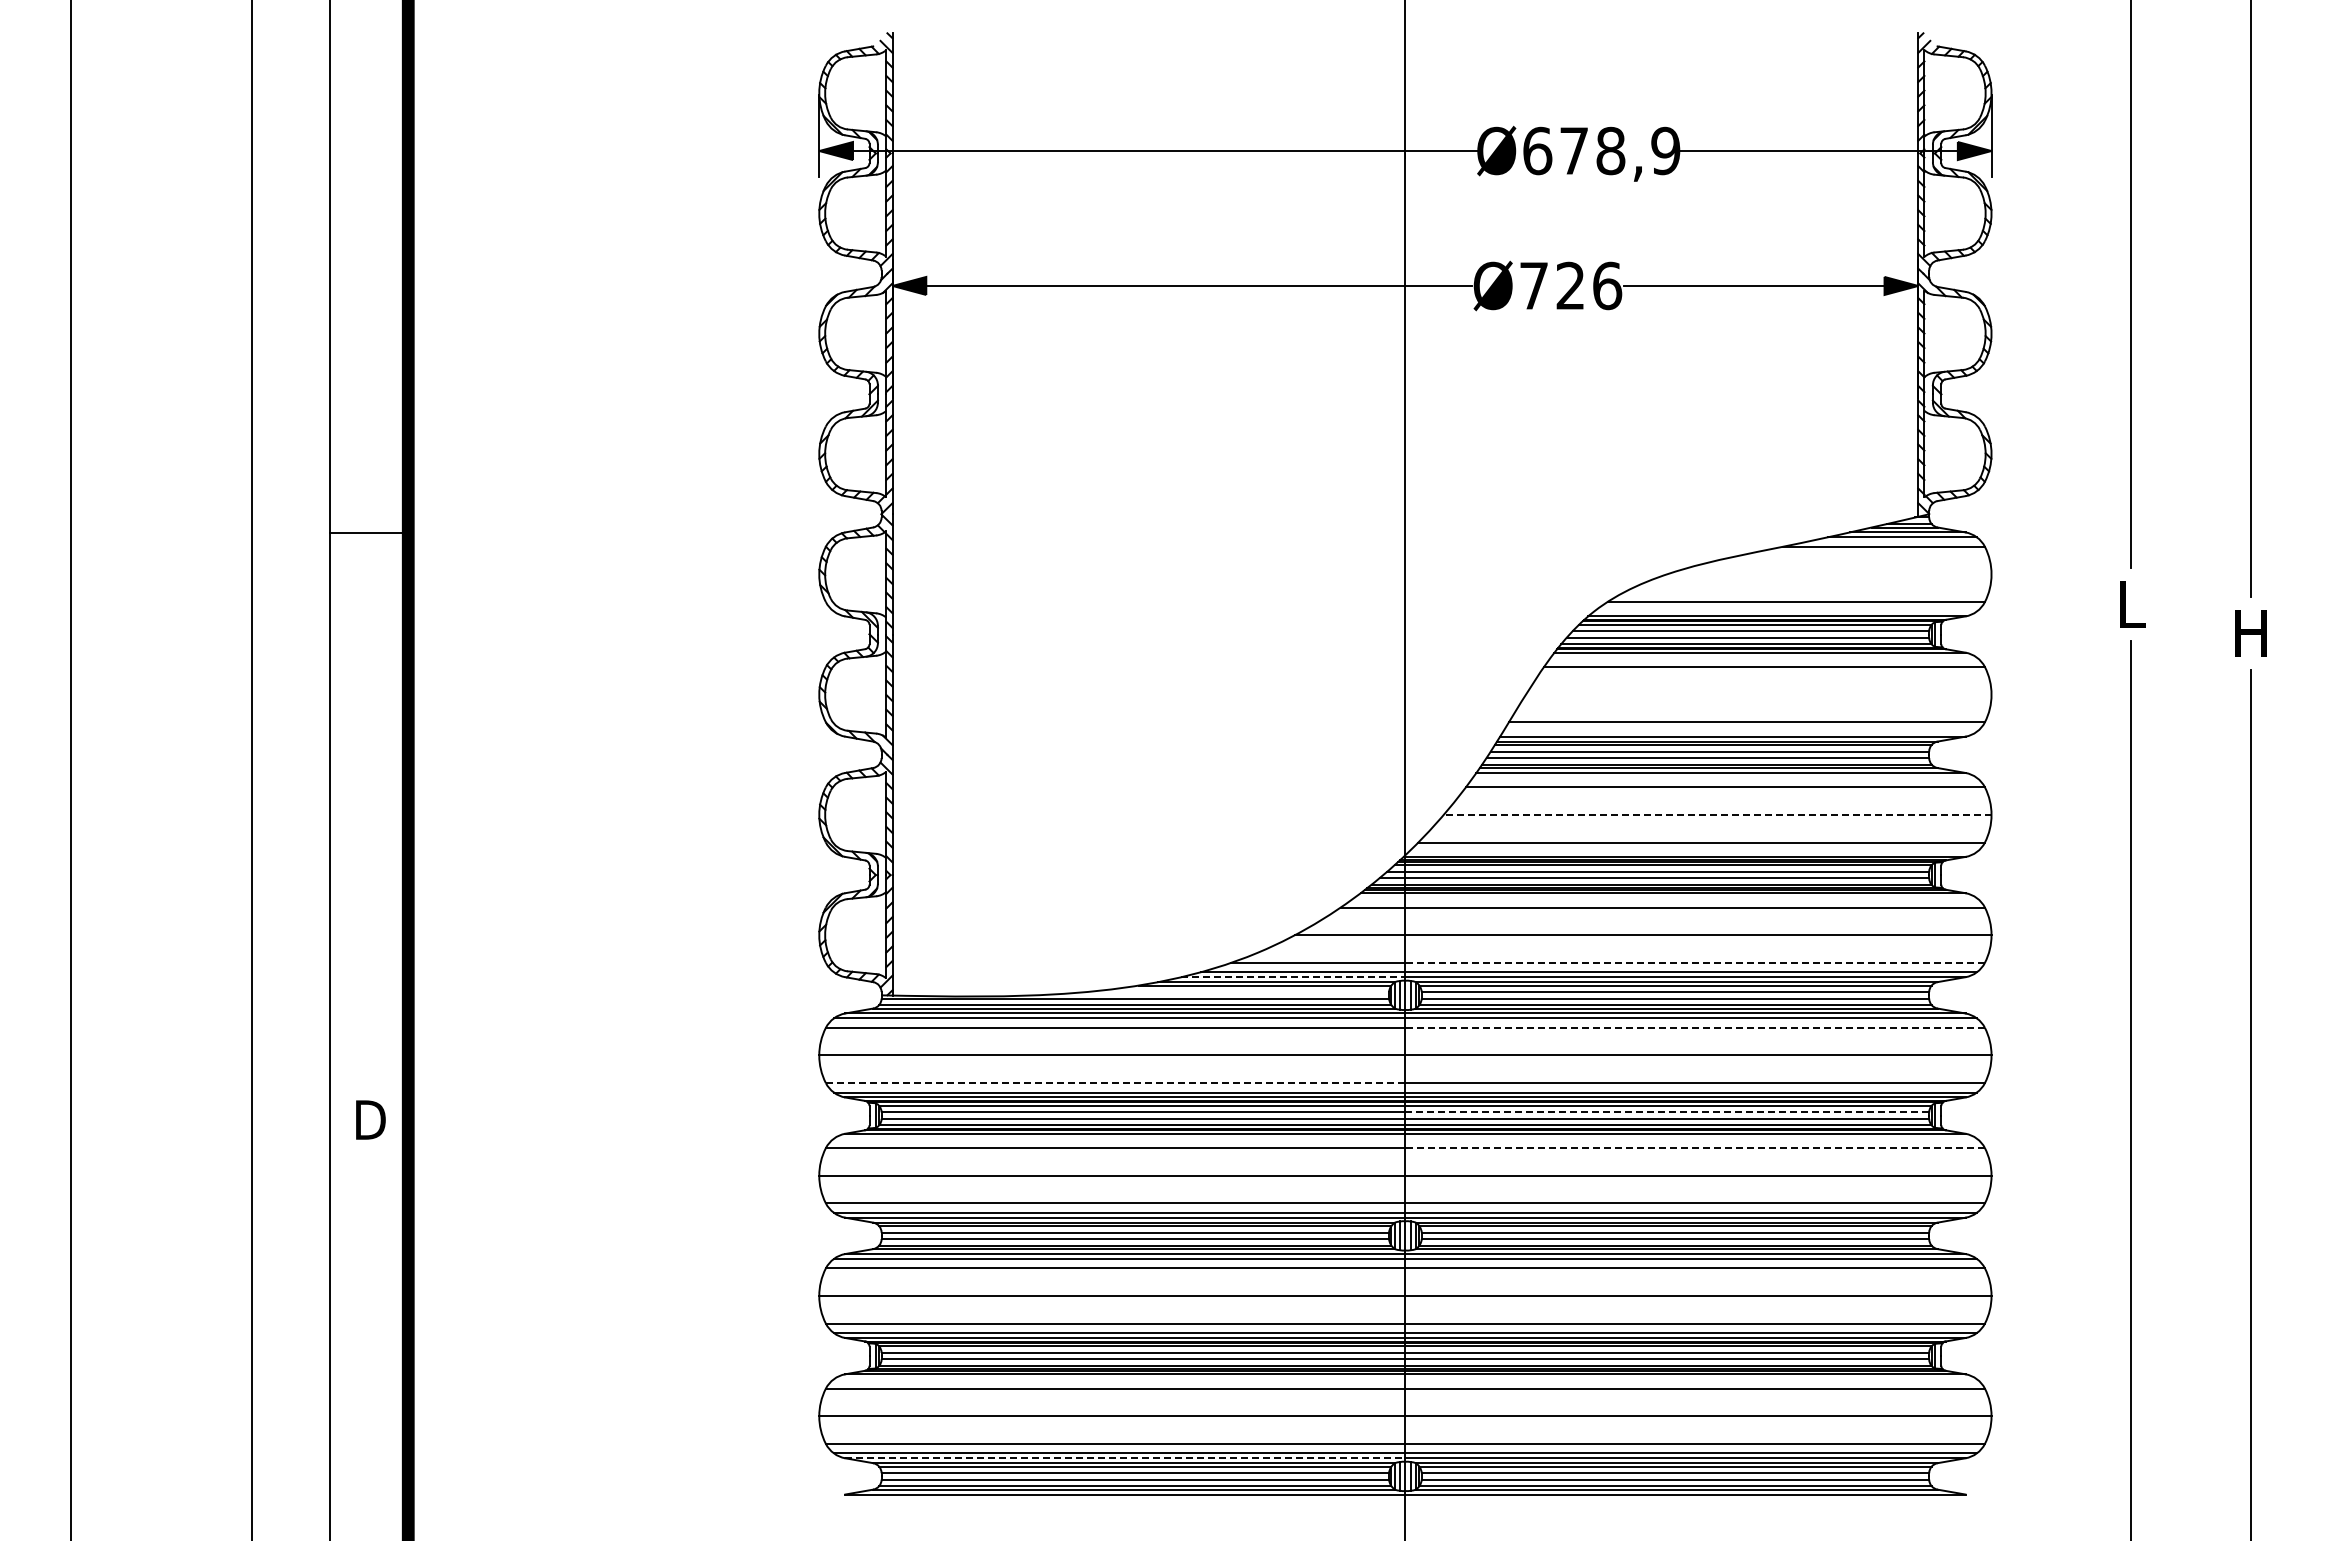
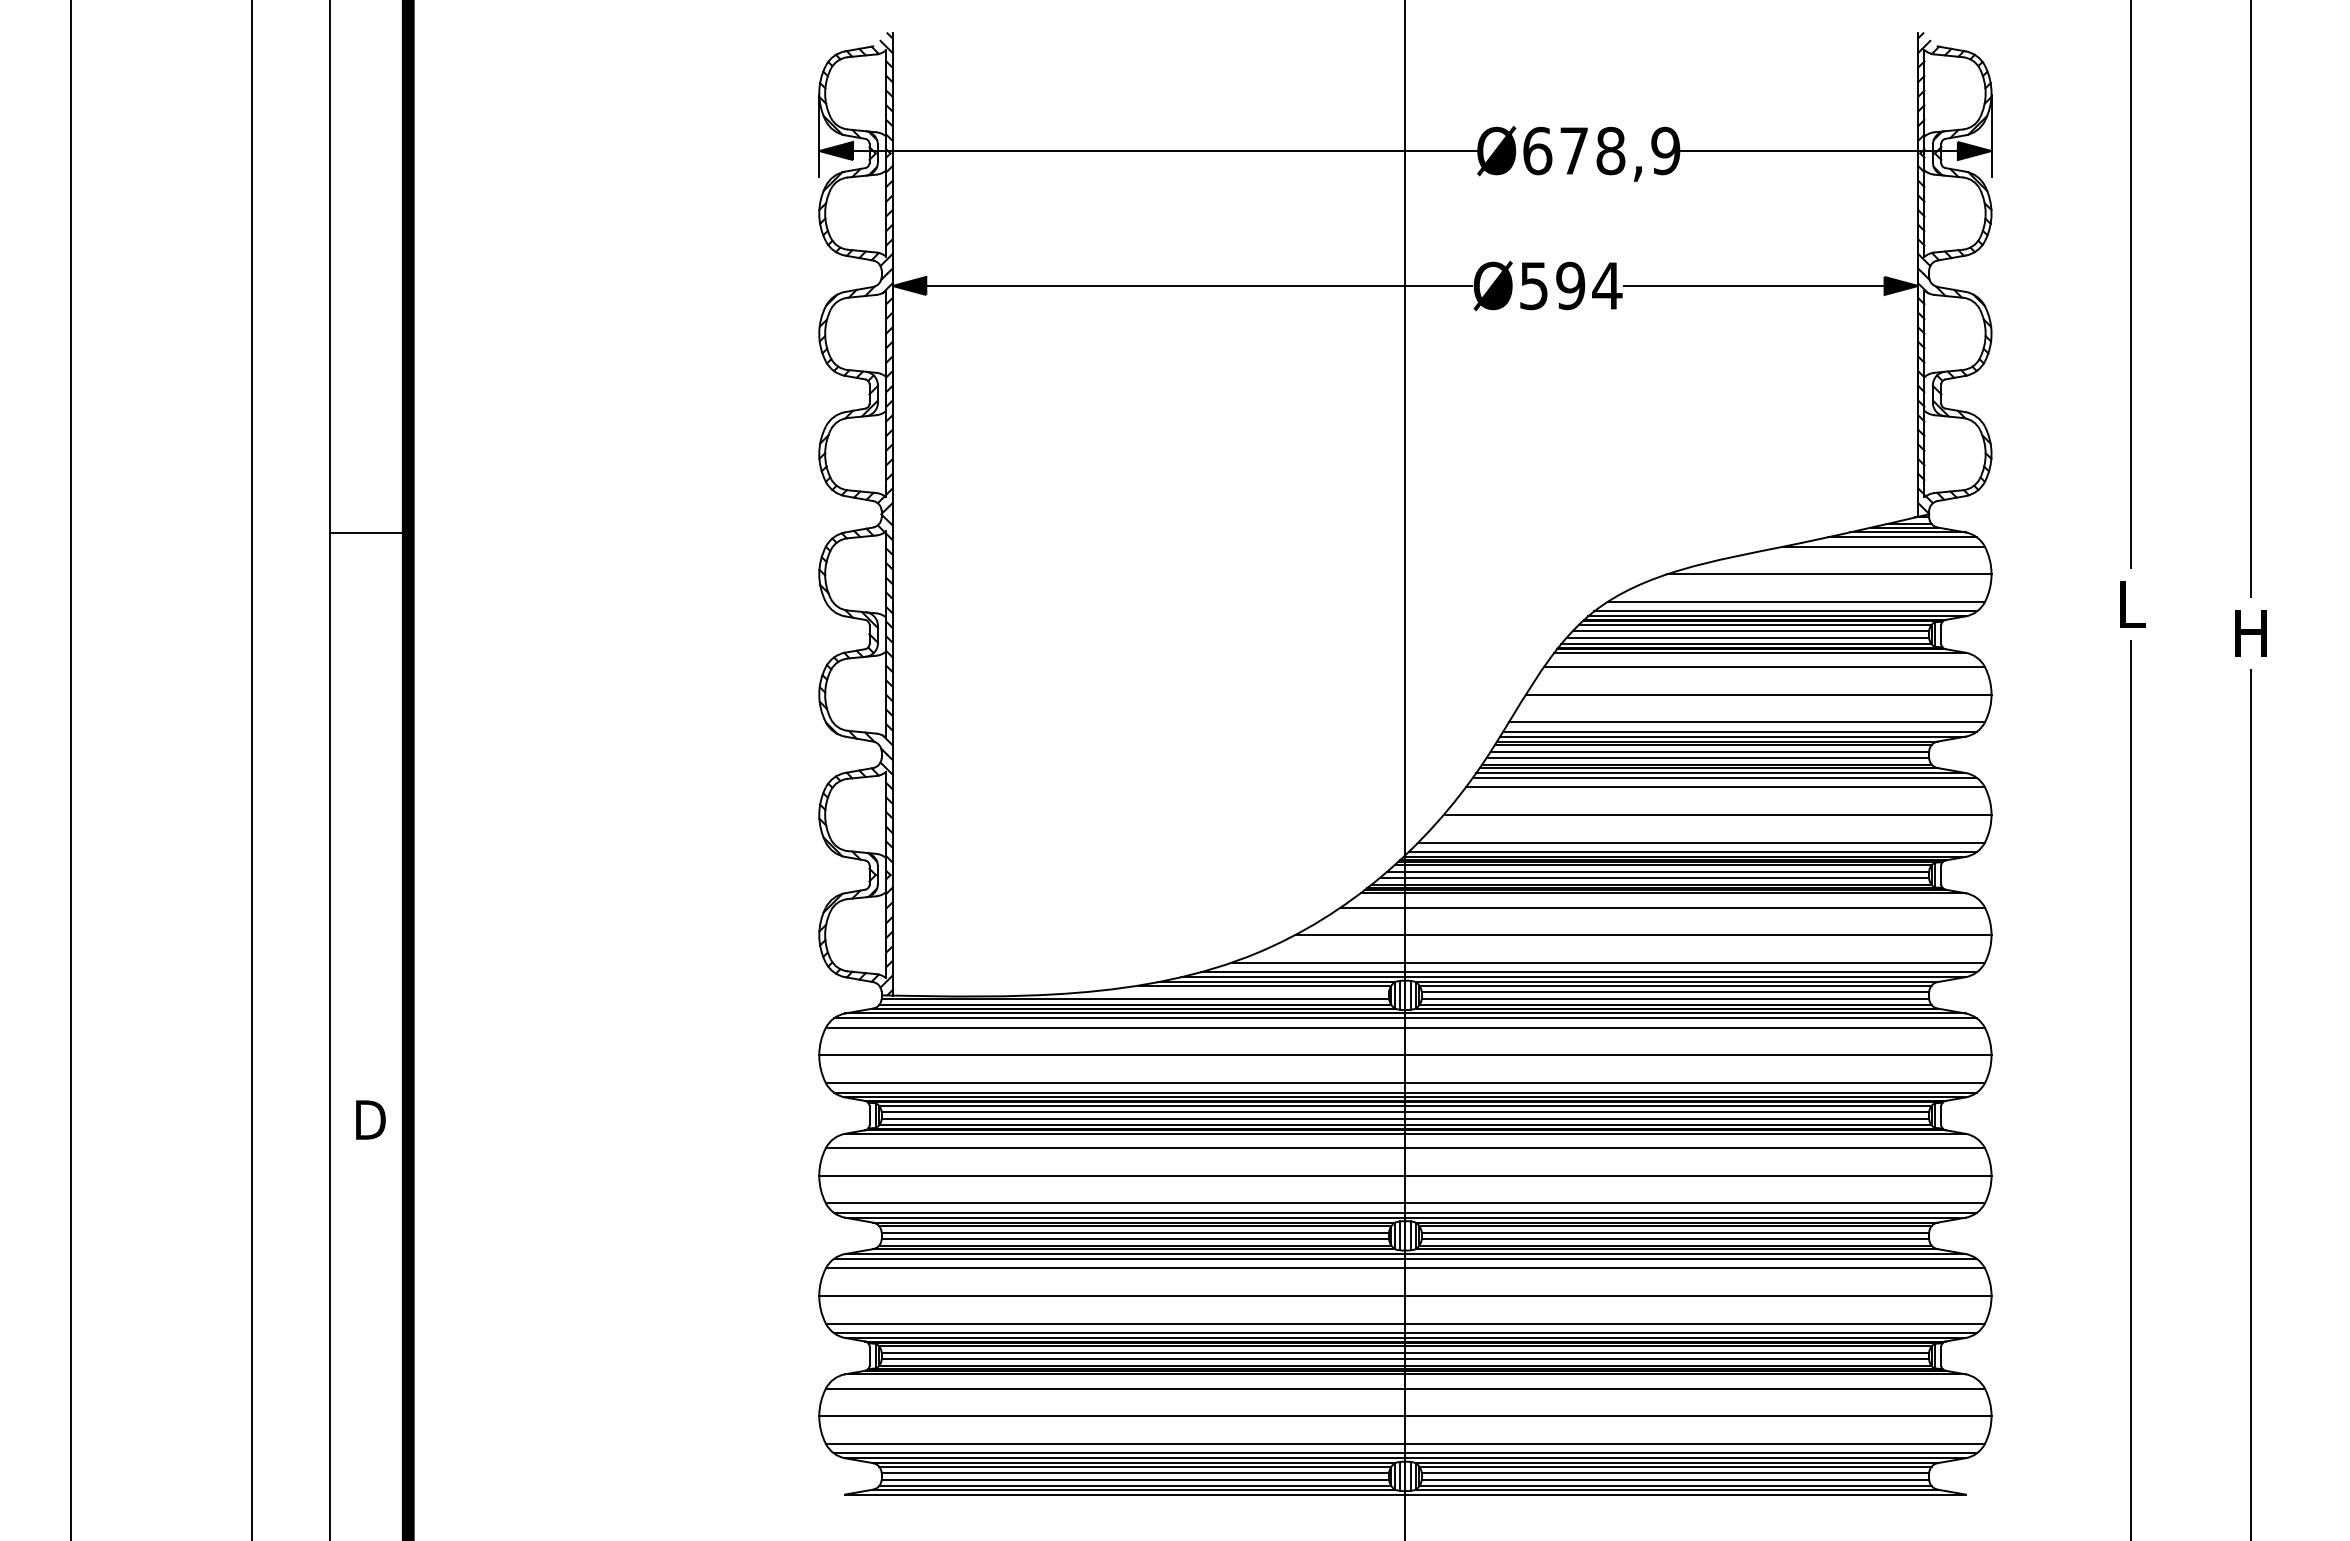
text at (1571, 285): Ø726 -> Ø594
line at (1828, 574): none -> present
line at (1785, 611): none -> present
line at (1758, 694): none -> present
line at (1739, 731): none -> present
line at (1724, 777): none -> present
line at (1717, 814): dashed -> solid
line at (1692, 852): none -> present
line at (1695, 962): dashed -> solid
line at (1293, 977): dashed -> solid
line at (1695, 1027): dashed -> solid
line at (1115, 1083): dashed -> solid
line at (1667, 1112): dashed -> solid
line at (1695, 1148): dashed -> solid
line at (1125, 1458): dashed -> solid
